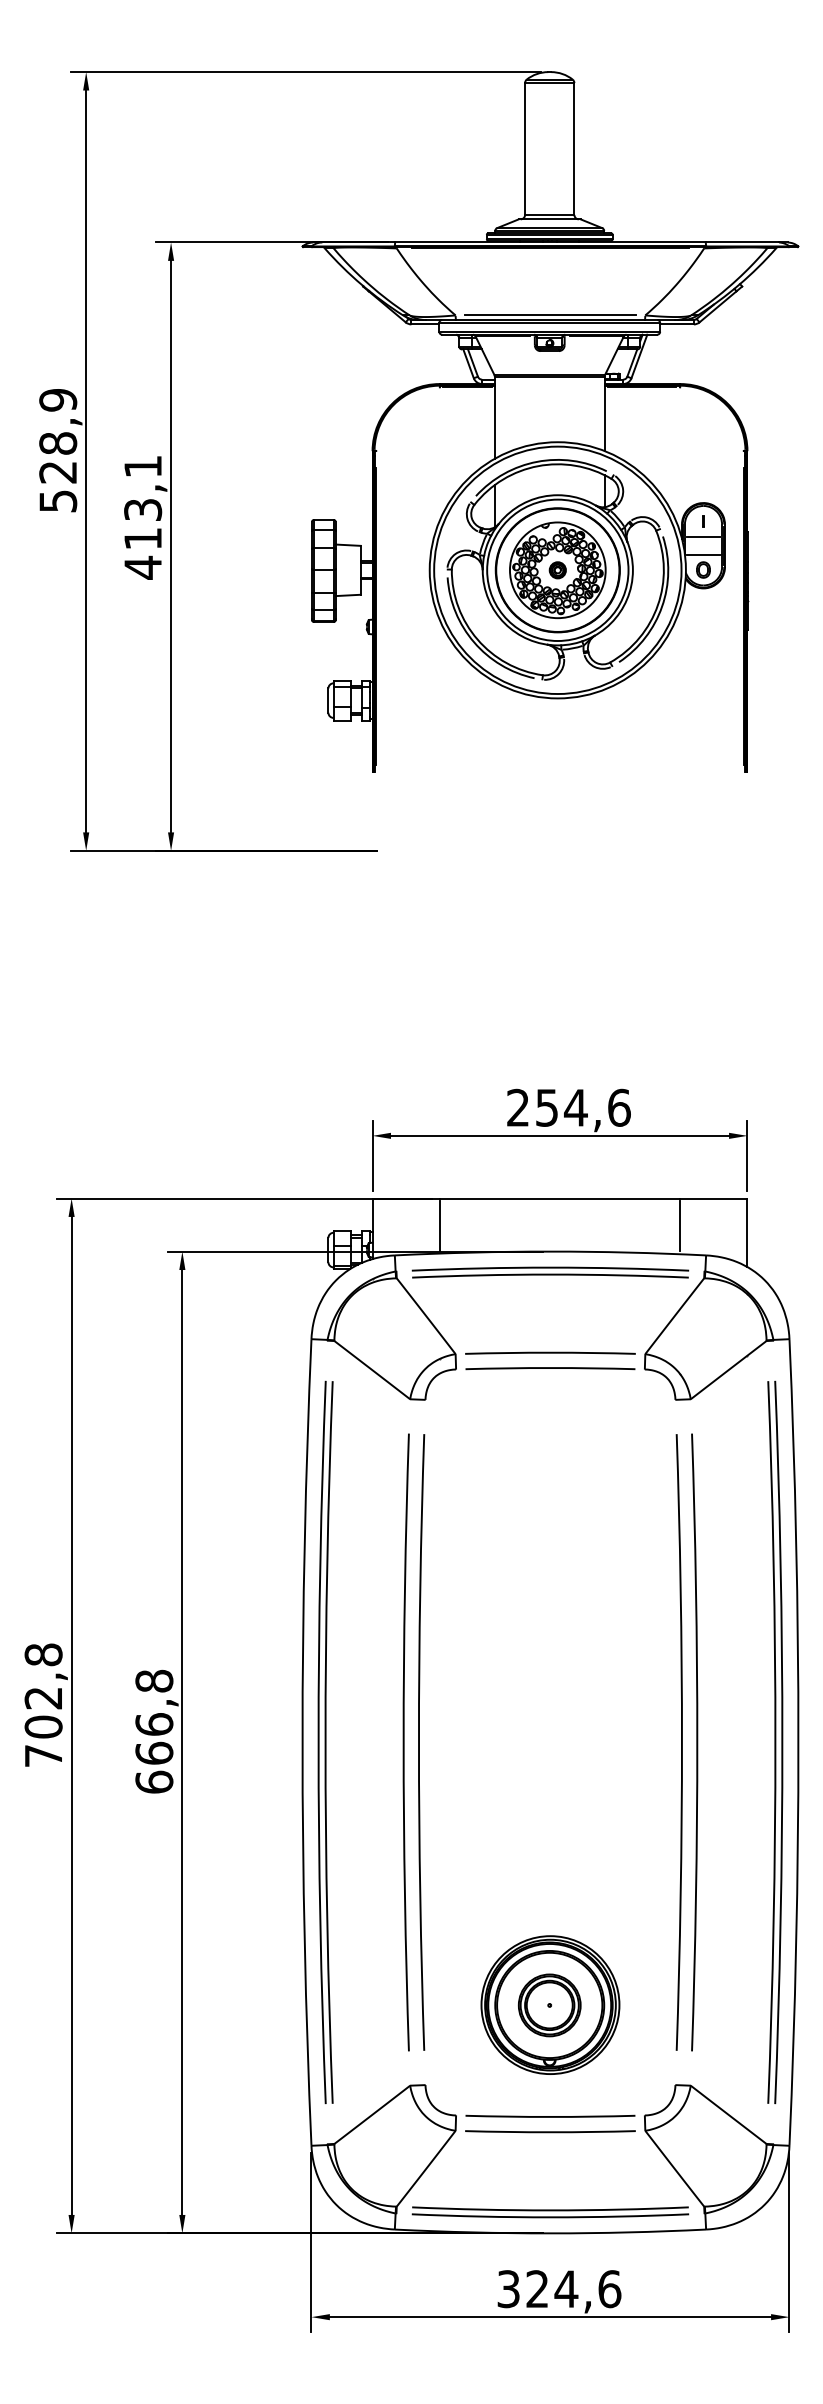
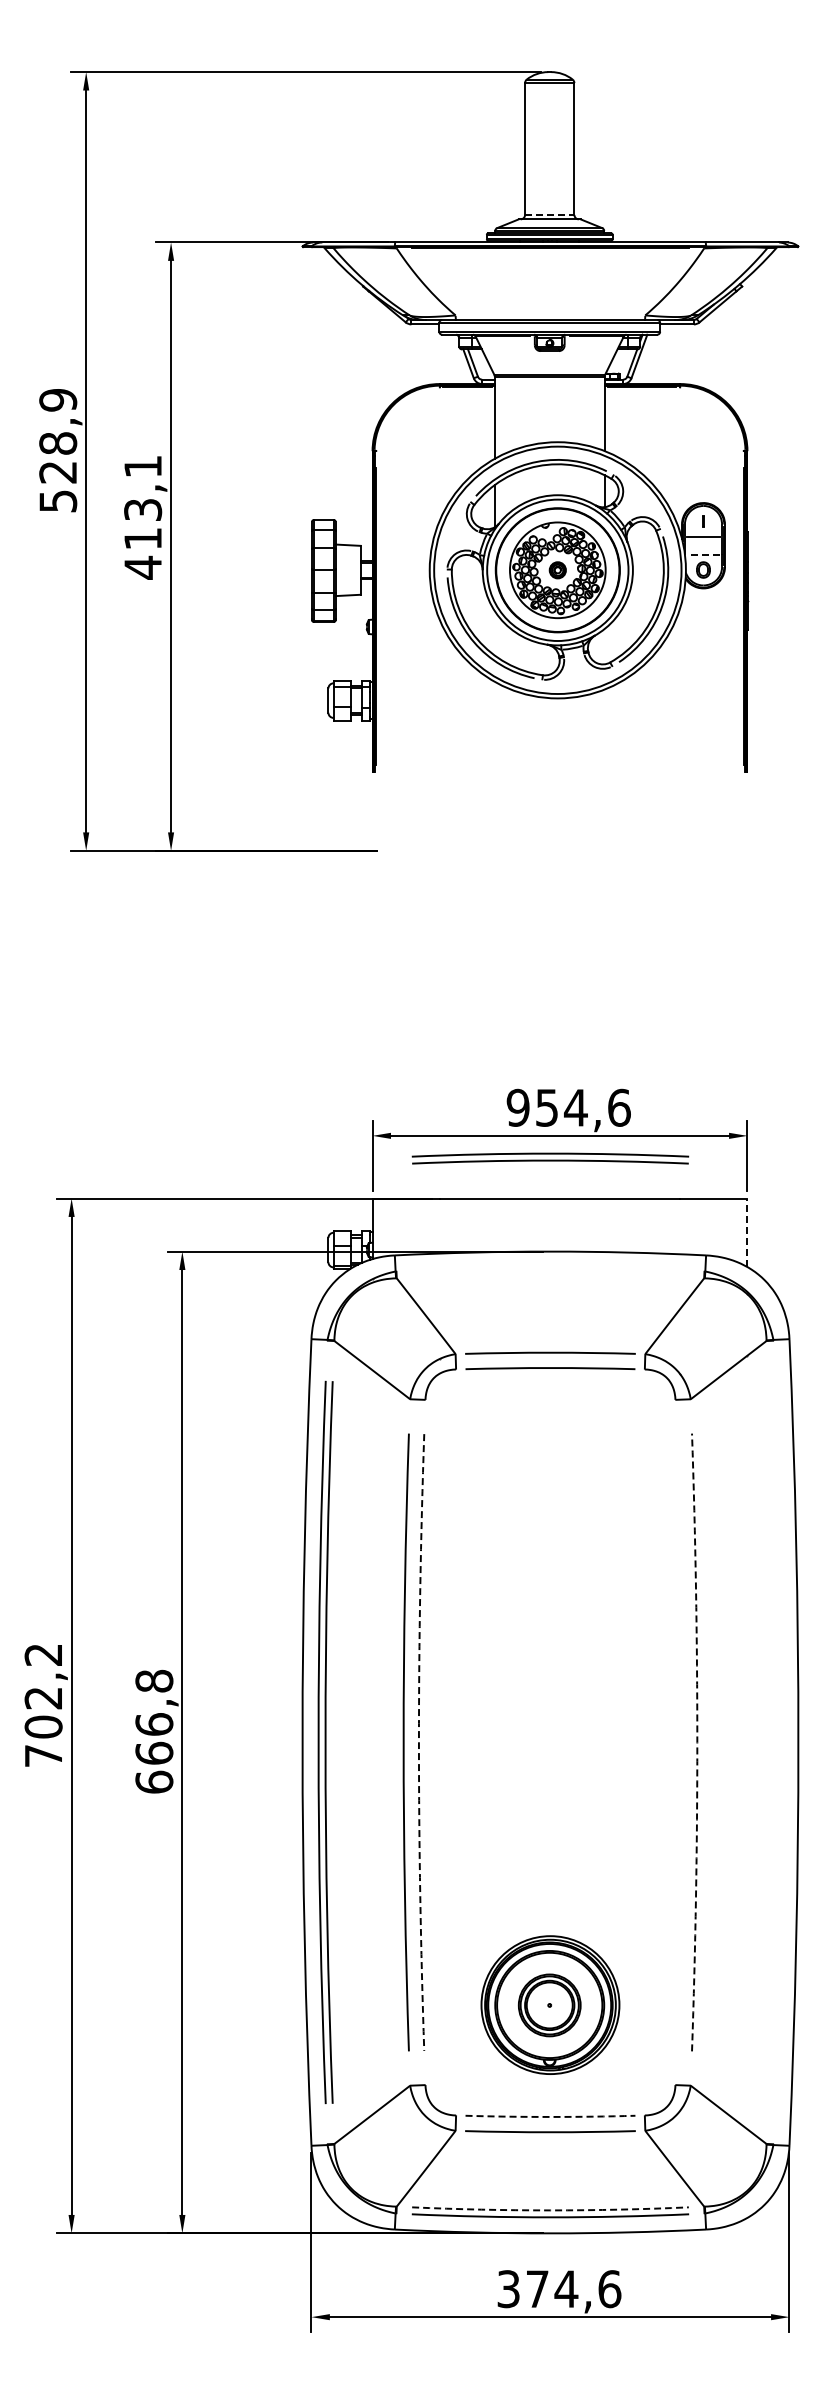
line at (550, 214): solid -> dashed
line at (550, 315): present -> none
line at (703, 554): solid -> dashed
text at (517, 1107): 254,6 -> 954,6
line at (439, 1225): present -> none
line at (680, 1226): present -> none
line at (747, 1232): solid -> dashed
part at (550, 1272) position: (550, 1272) -> (550, 1158)
text at (43, 1654): 702,8 -> 702,2
arc at (418, 1742): solid -> dashed
arc at (681, 1742): present -> none
arc at (697, 1742): solid -> dashed
part at (775, 1742): present -> none
arc at (550, 2116): solid -> dashed
arc at (550, 2210): solid -> dashed
text at (537, 2288): 324,6 -> 374,6
